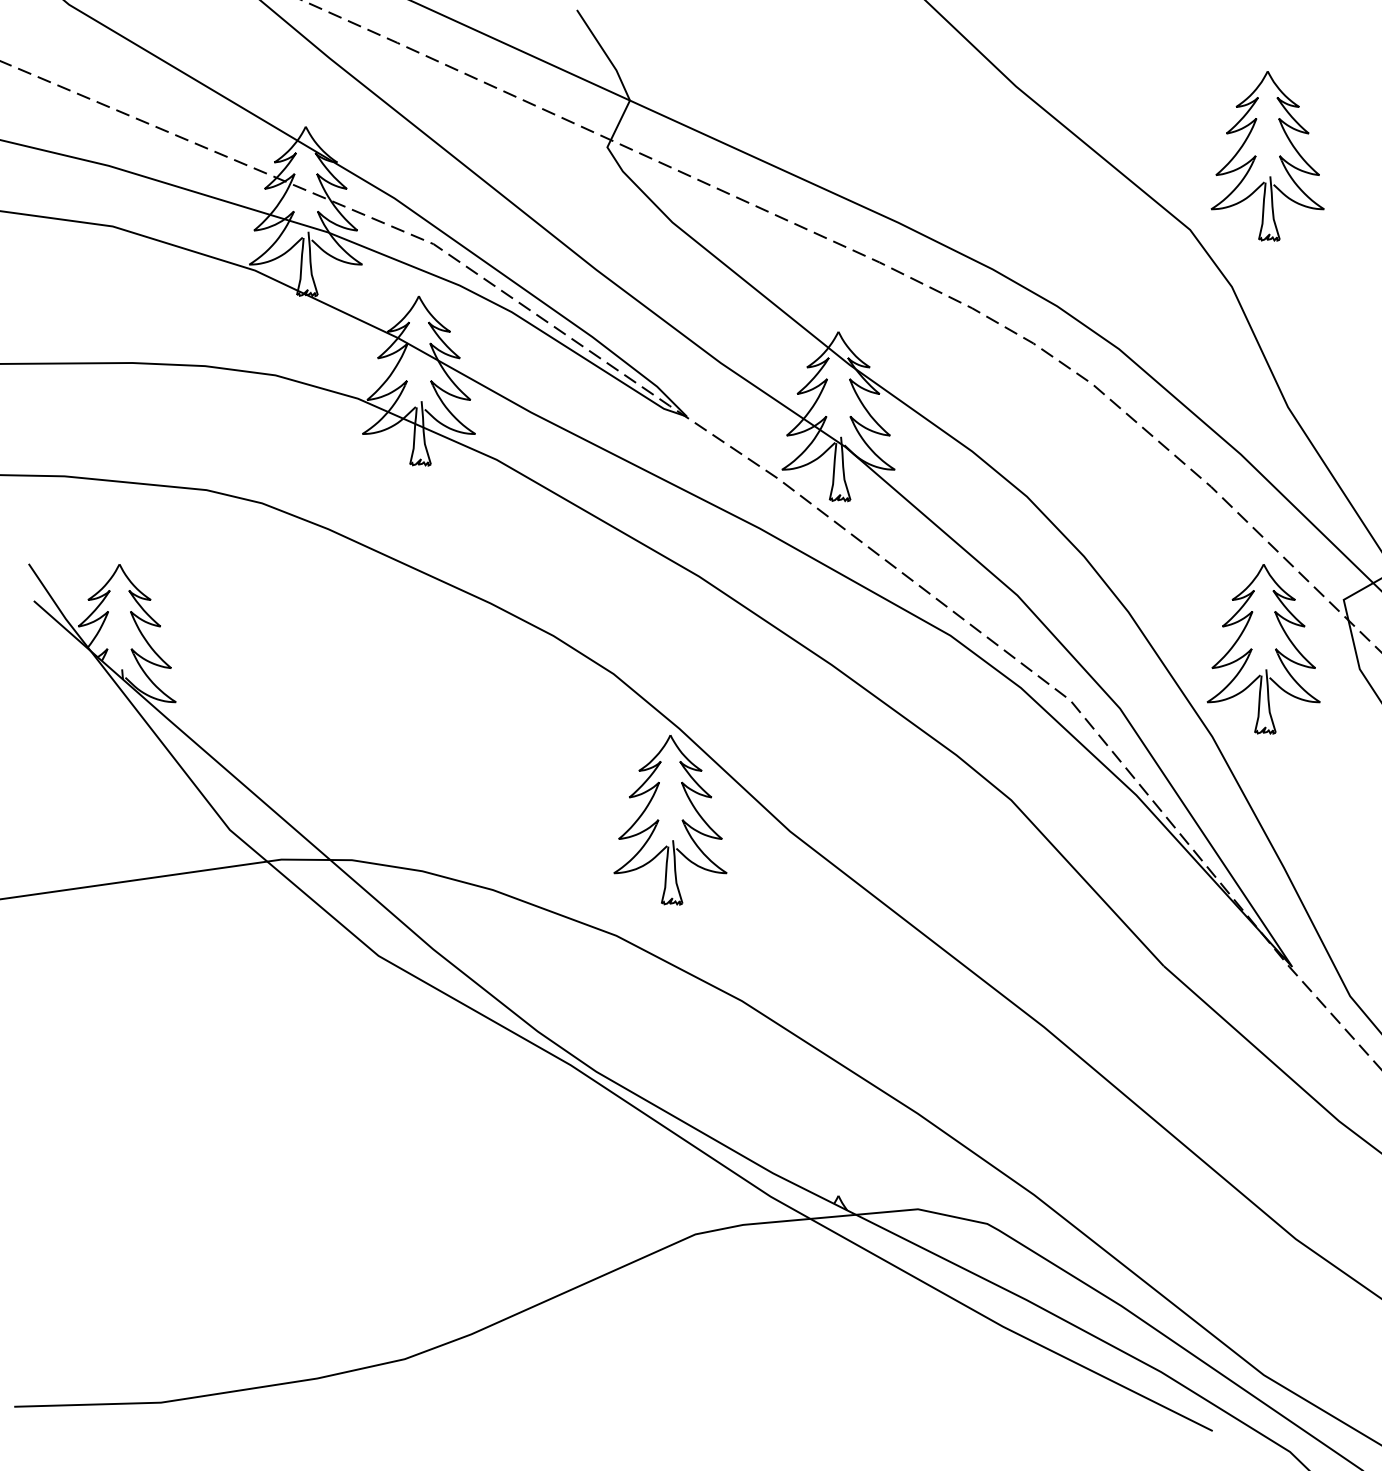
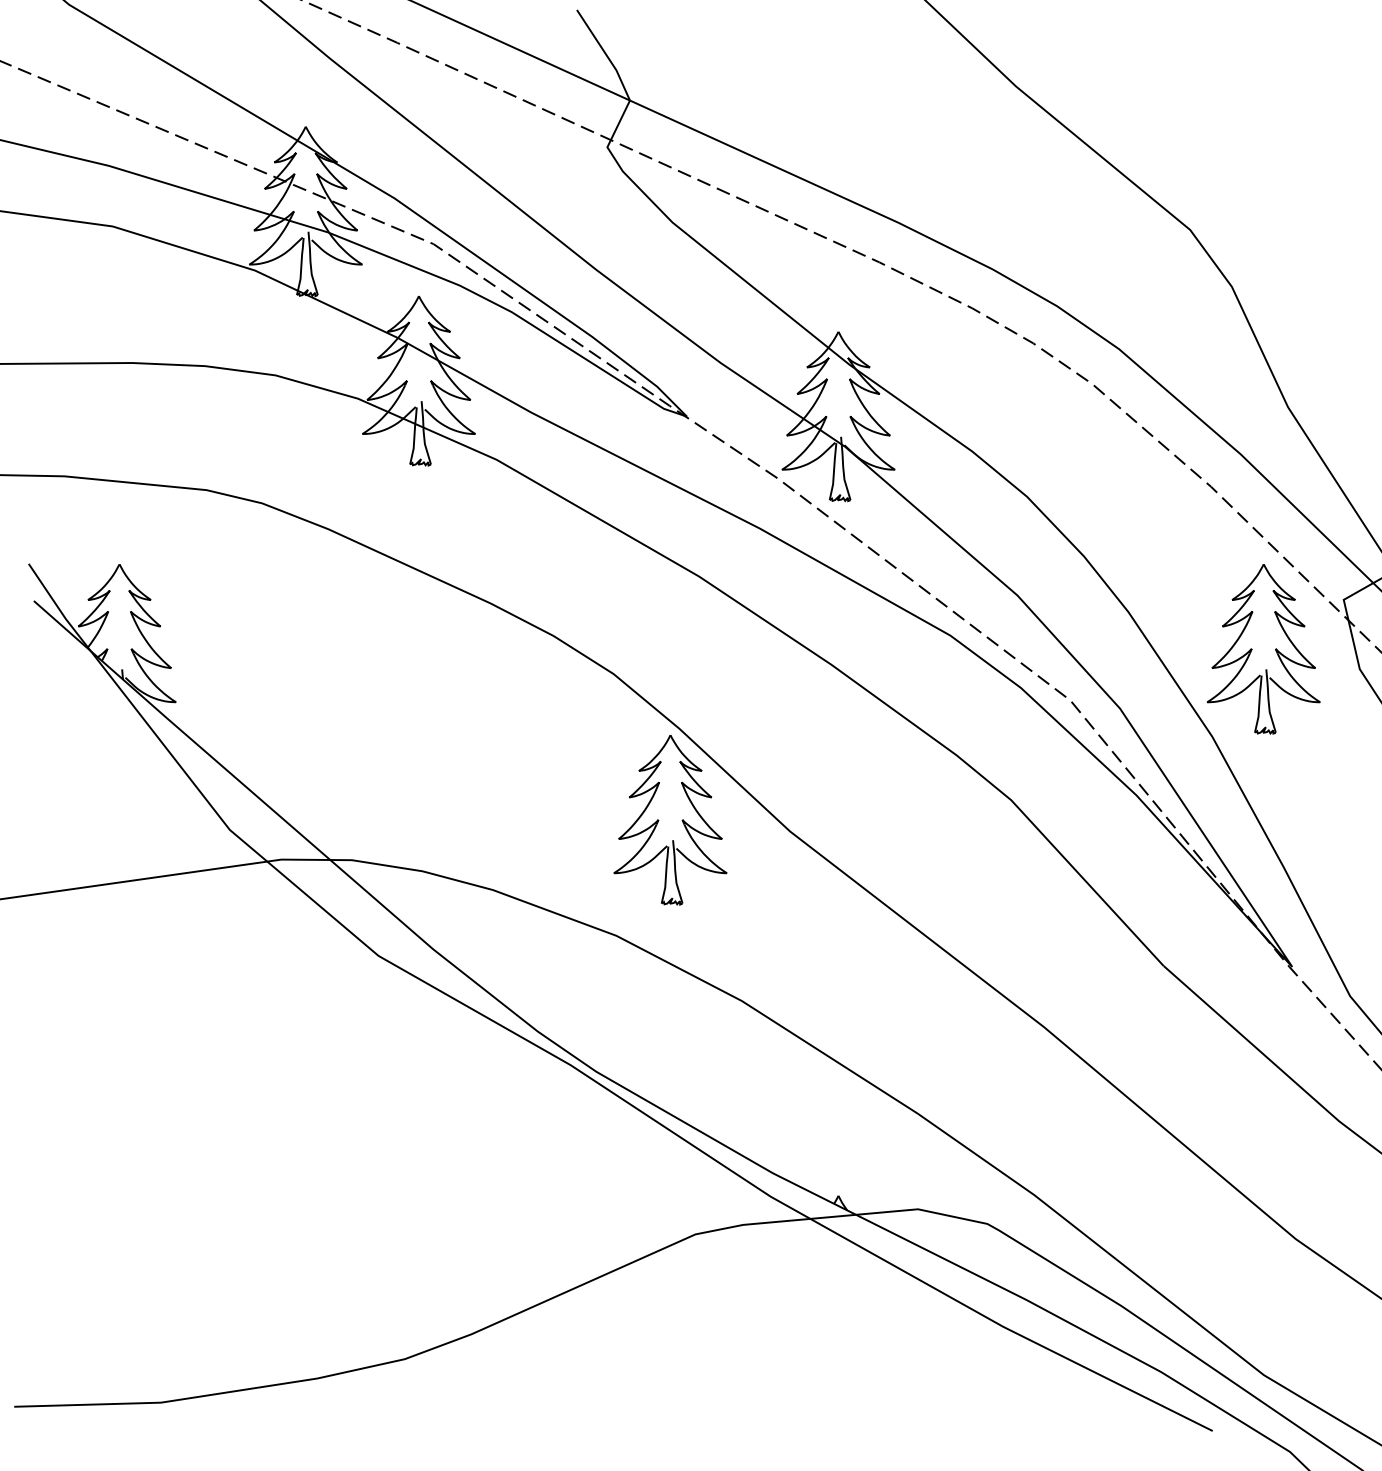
part at (1267, 156): present -> none
